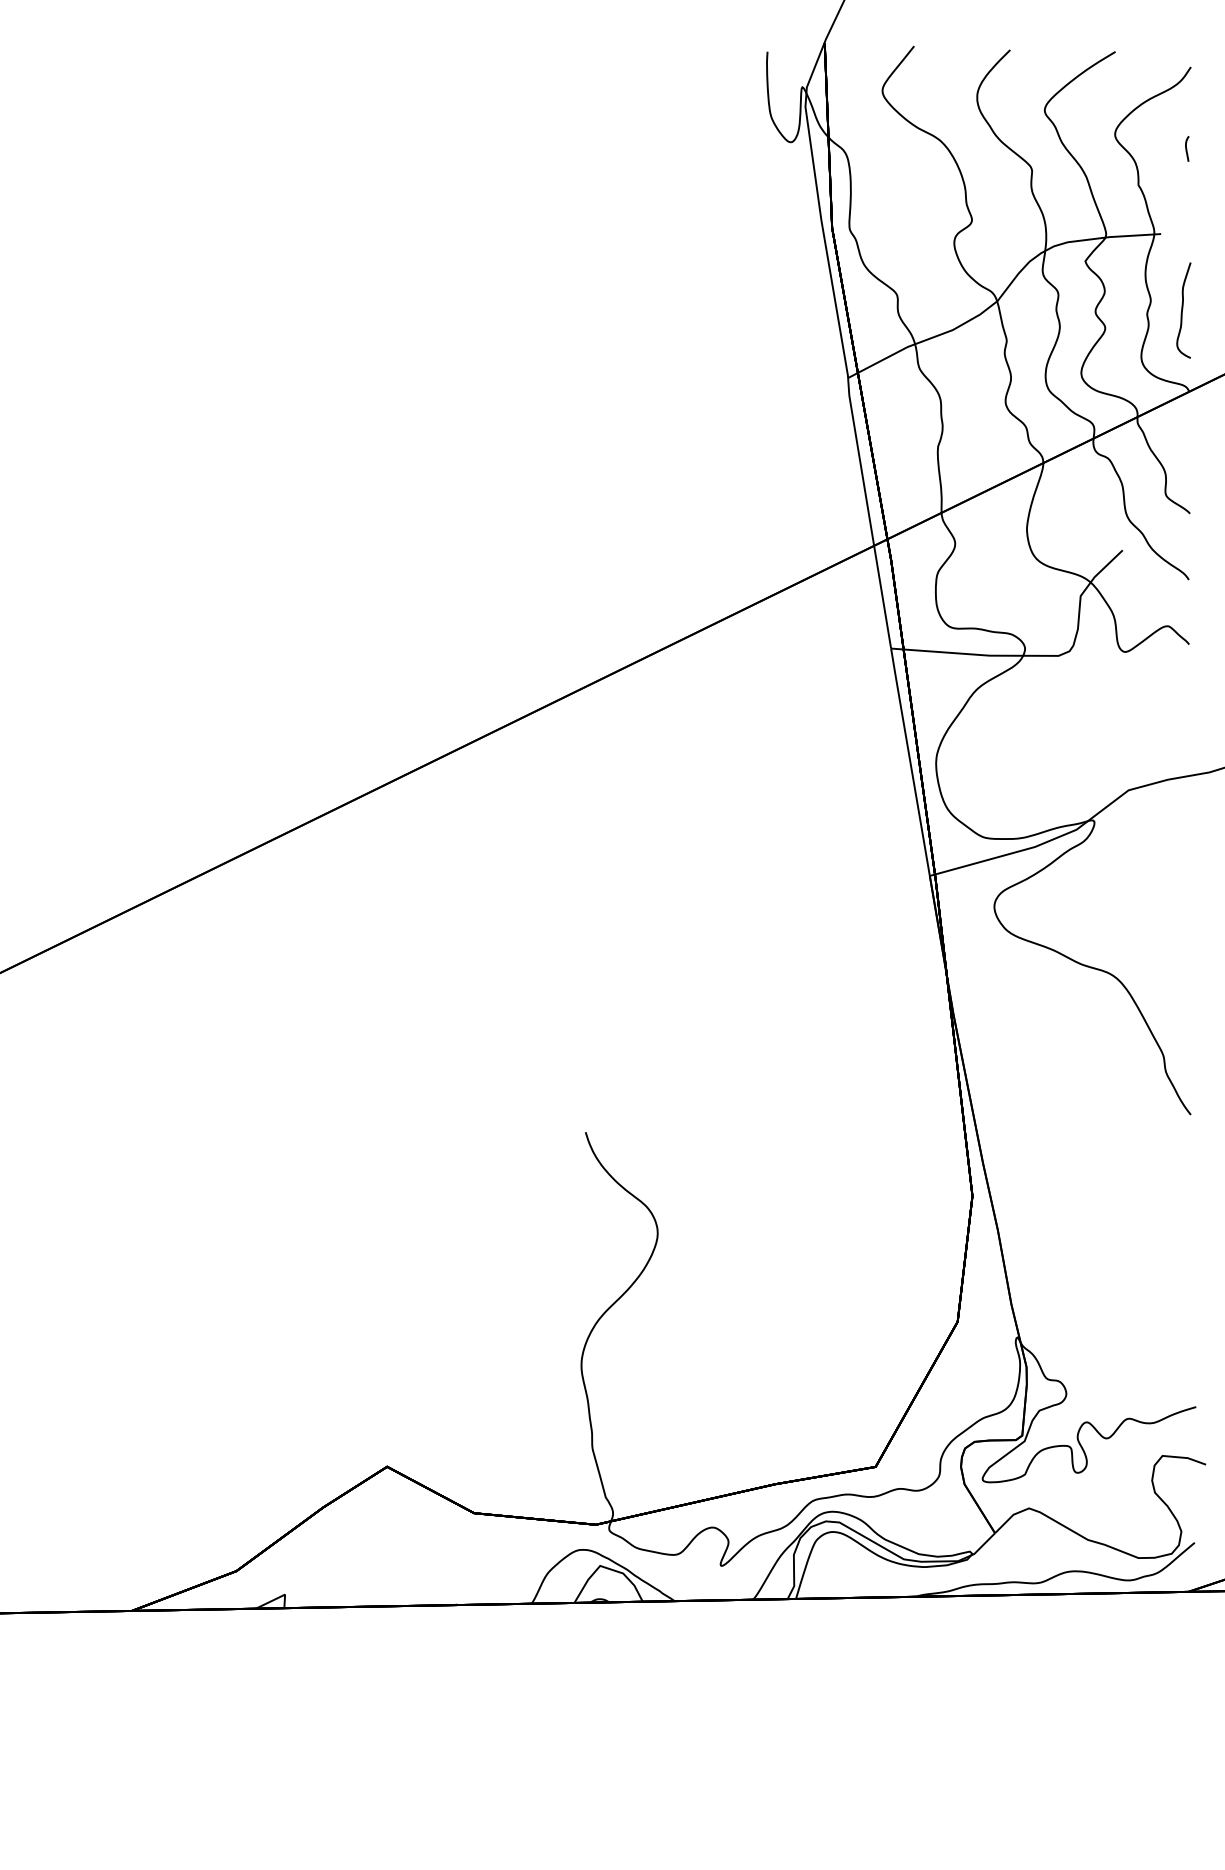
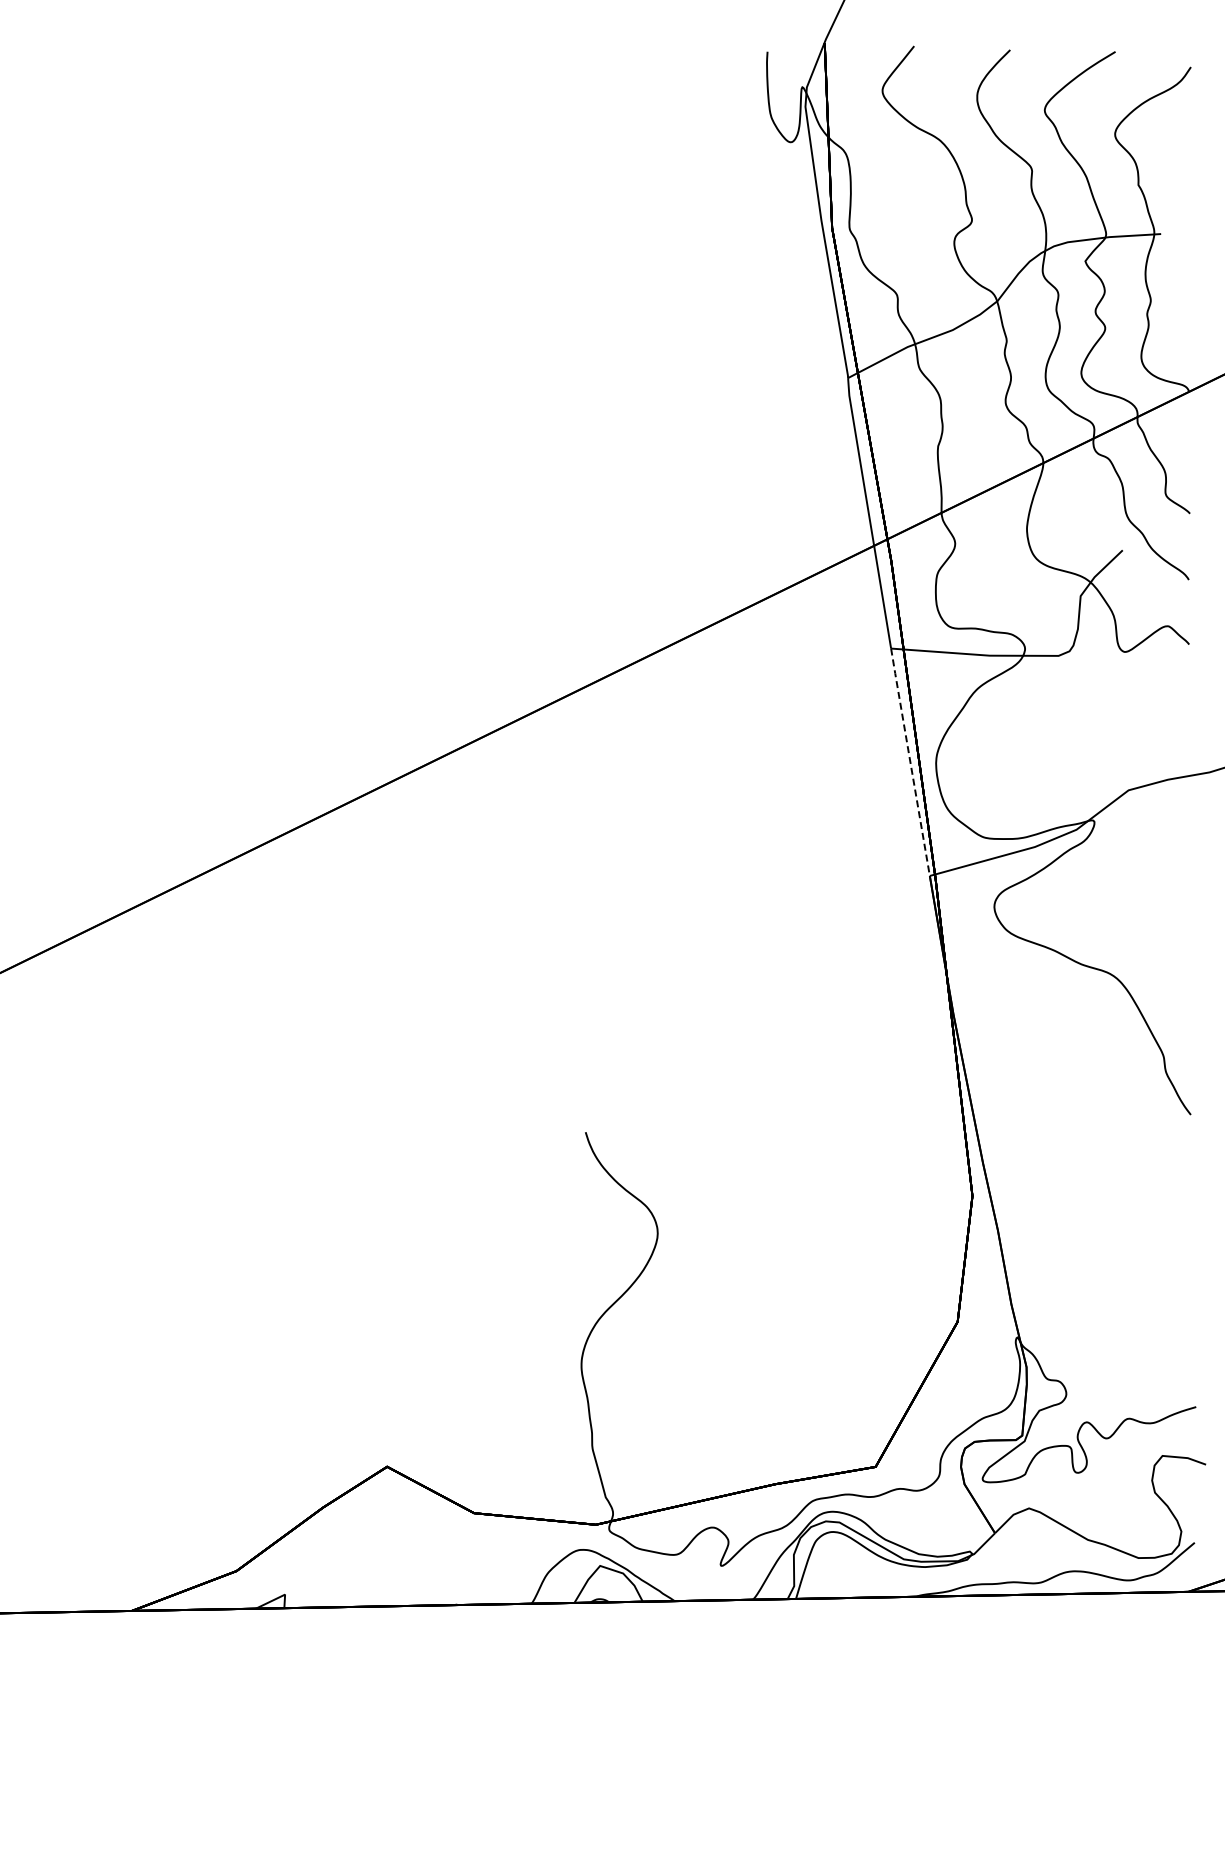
curve at (1187, 148): present -> none
curve at (1183, 309): present -> none
line at (910, 761): solid -> dashed
